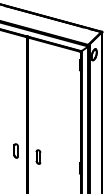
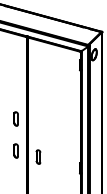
part at (15, 118): none -> present
